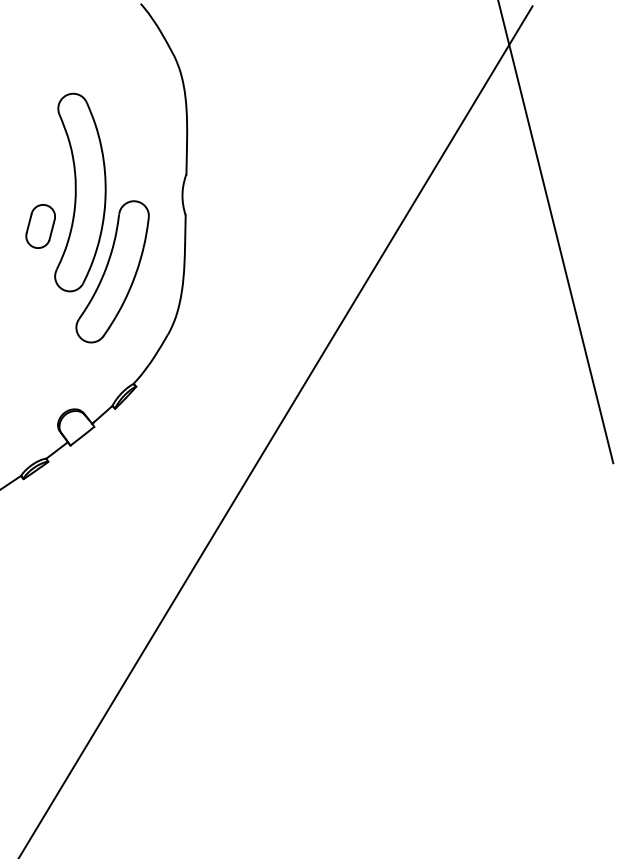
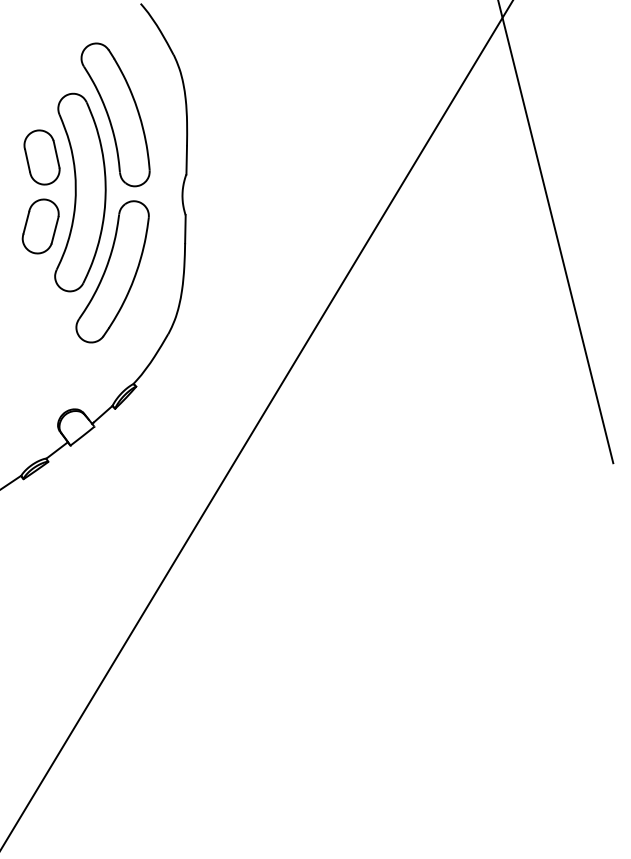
part at (115, 114): none -> present
part at (41, 157): none -> present
part at (40, 226) size: 31x45 px -> 39x57 px
line at (276, 430) position: (276, 430) -> (256, 424)
